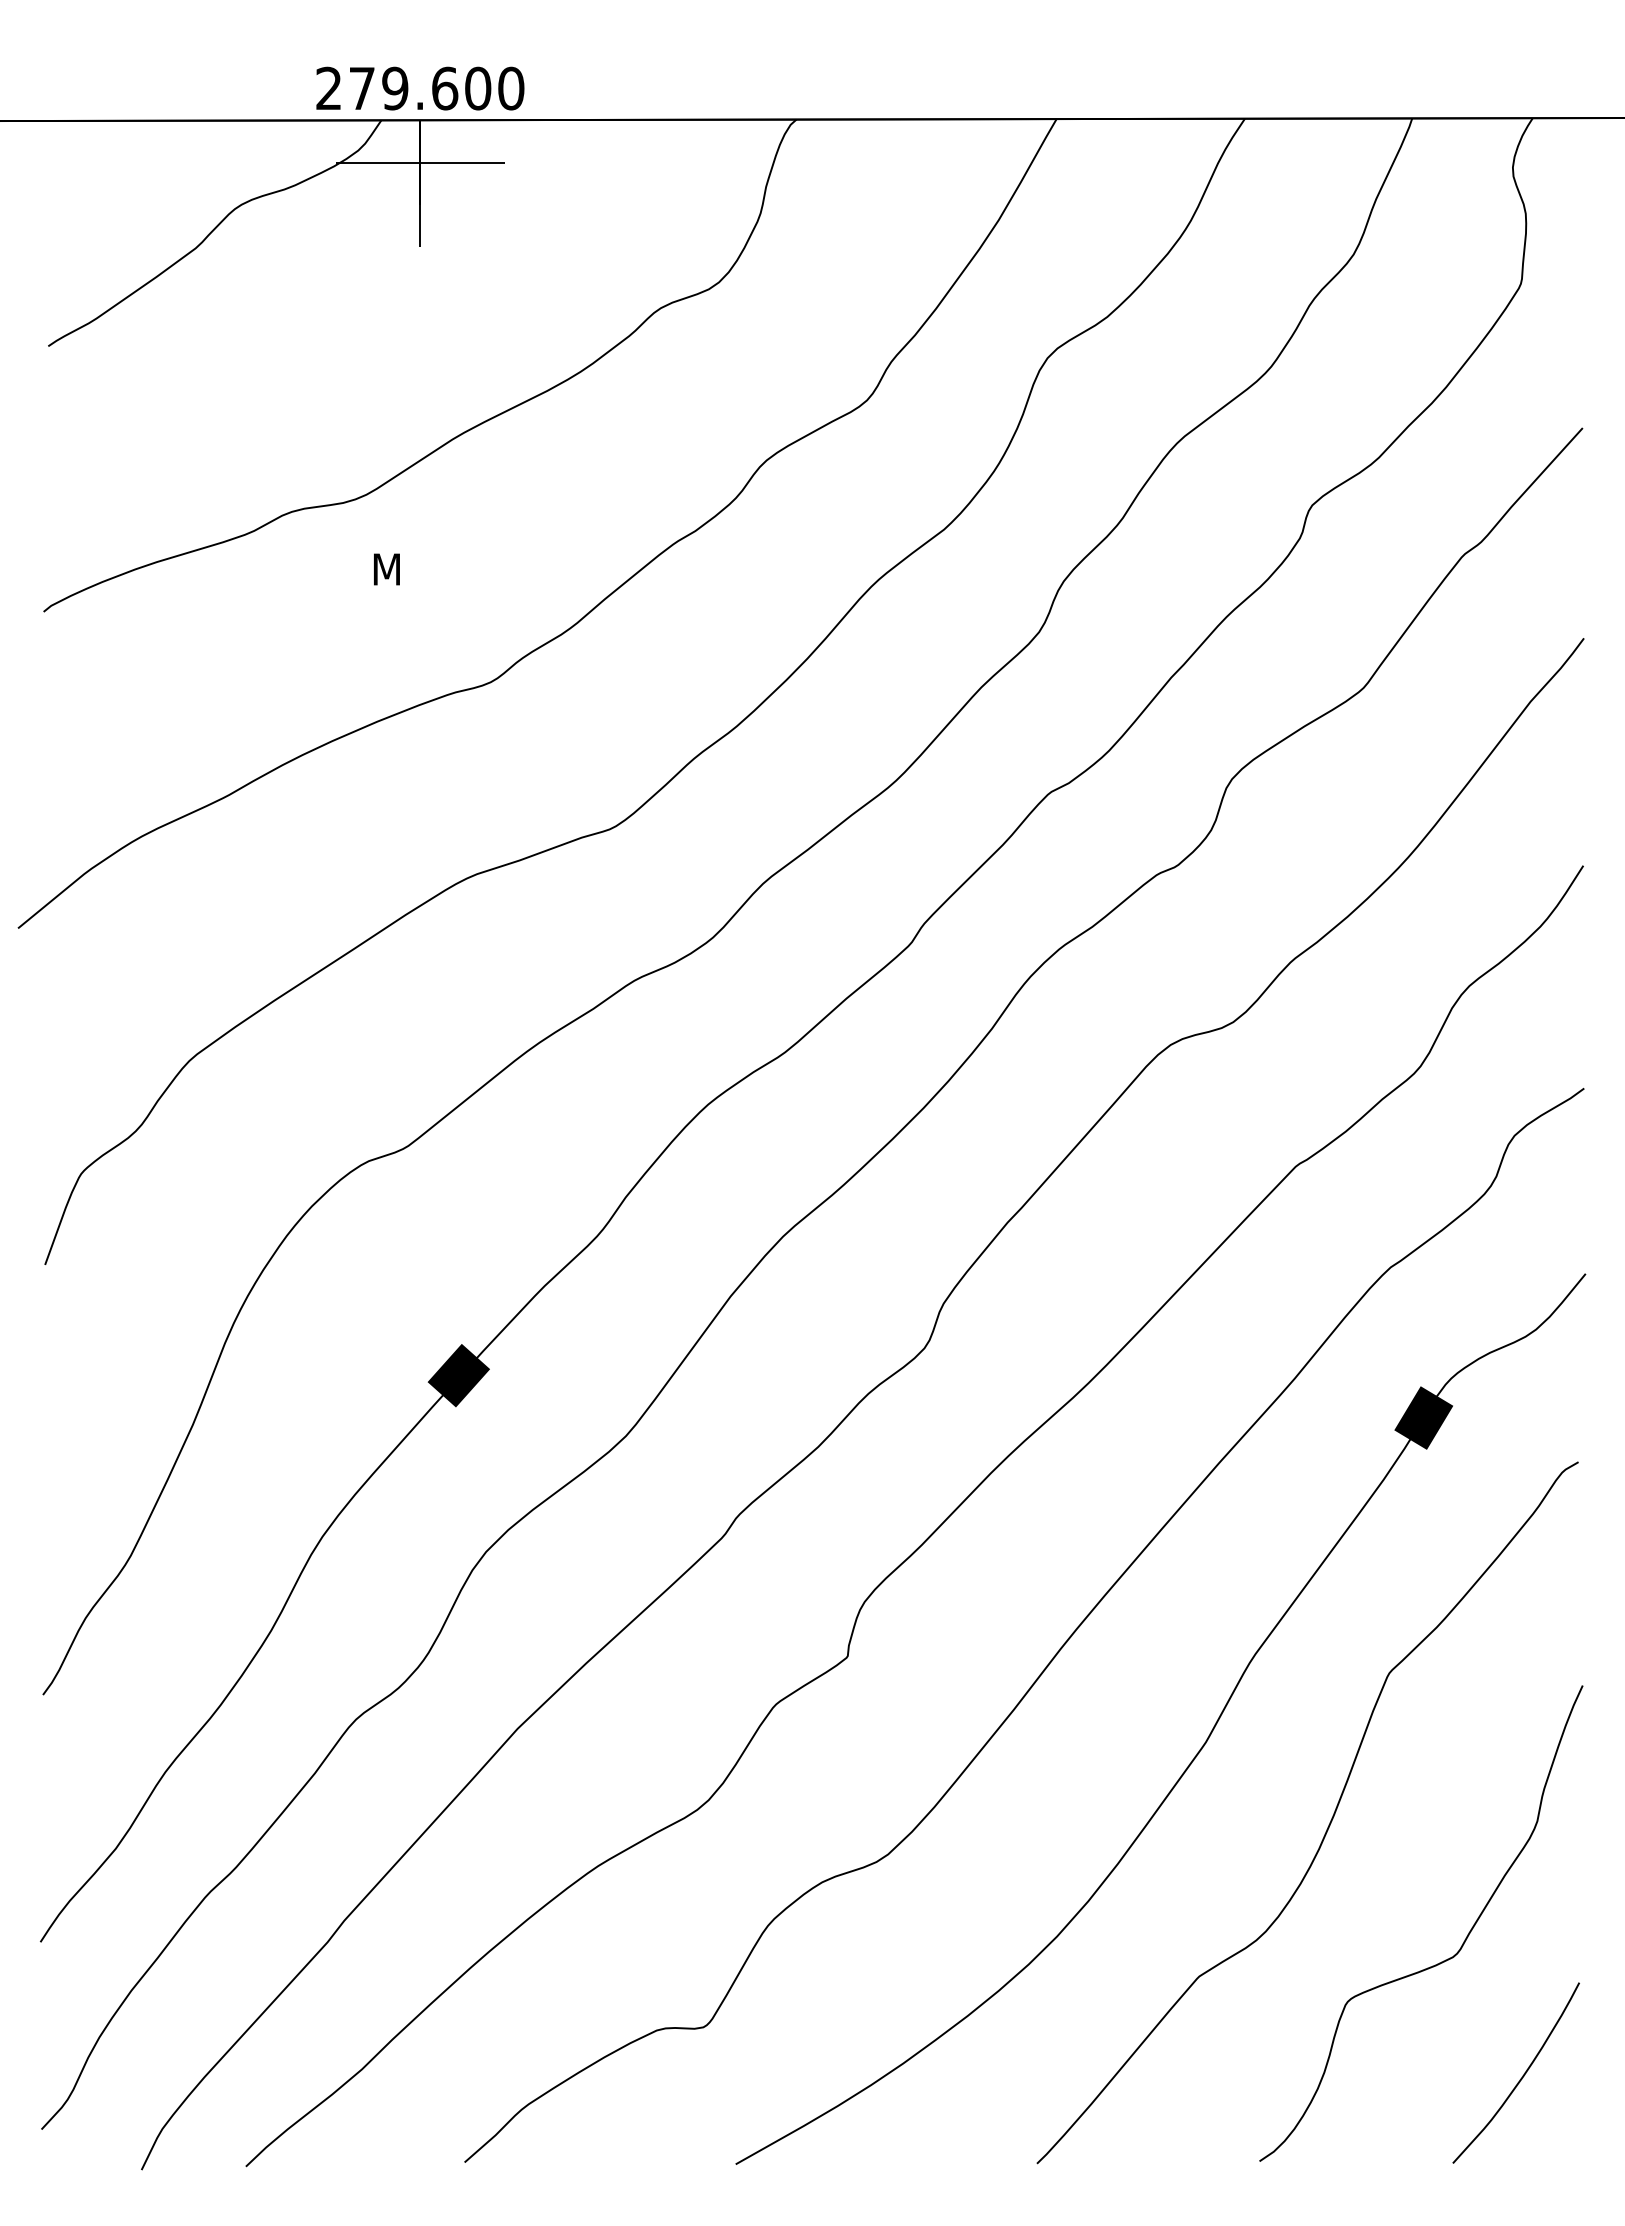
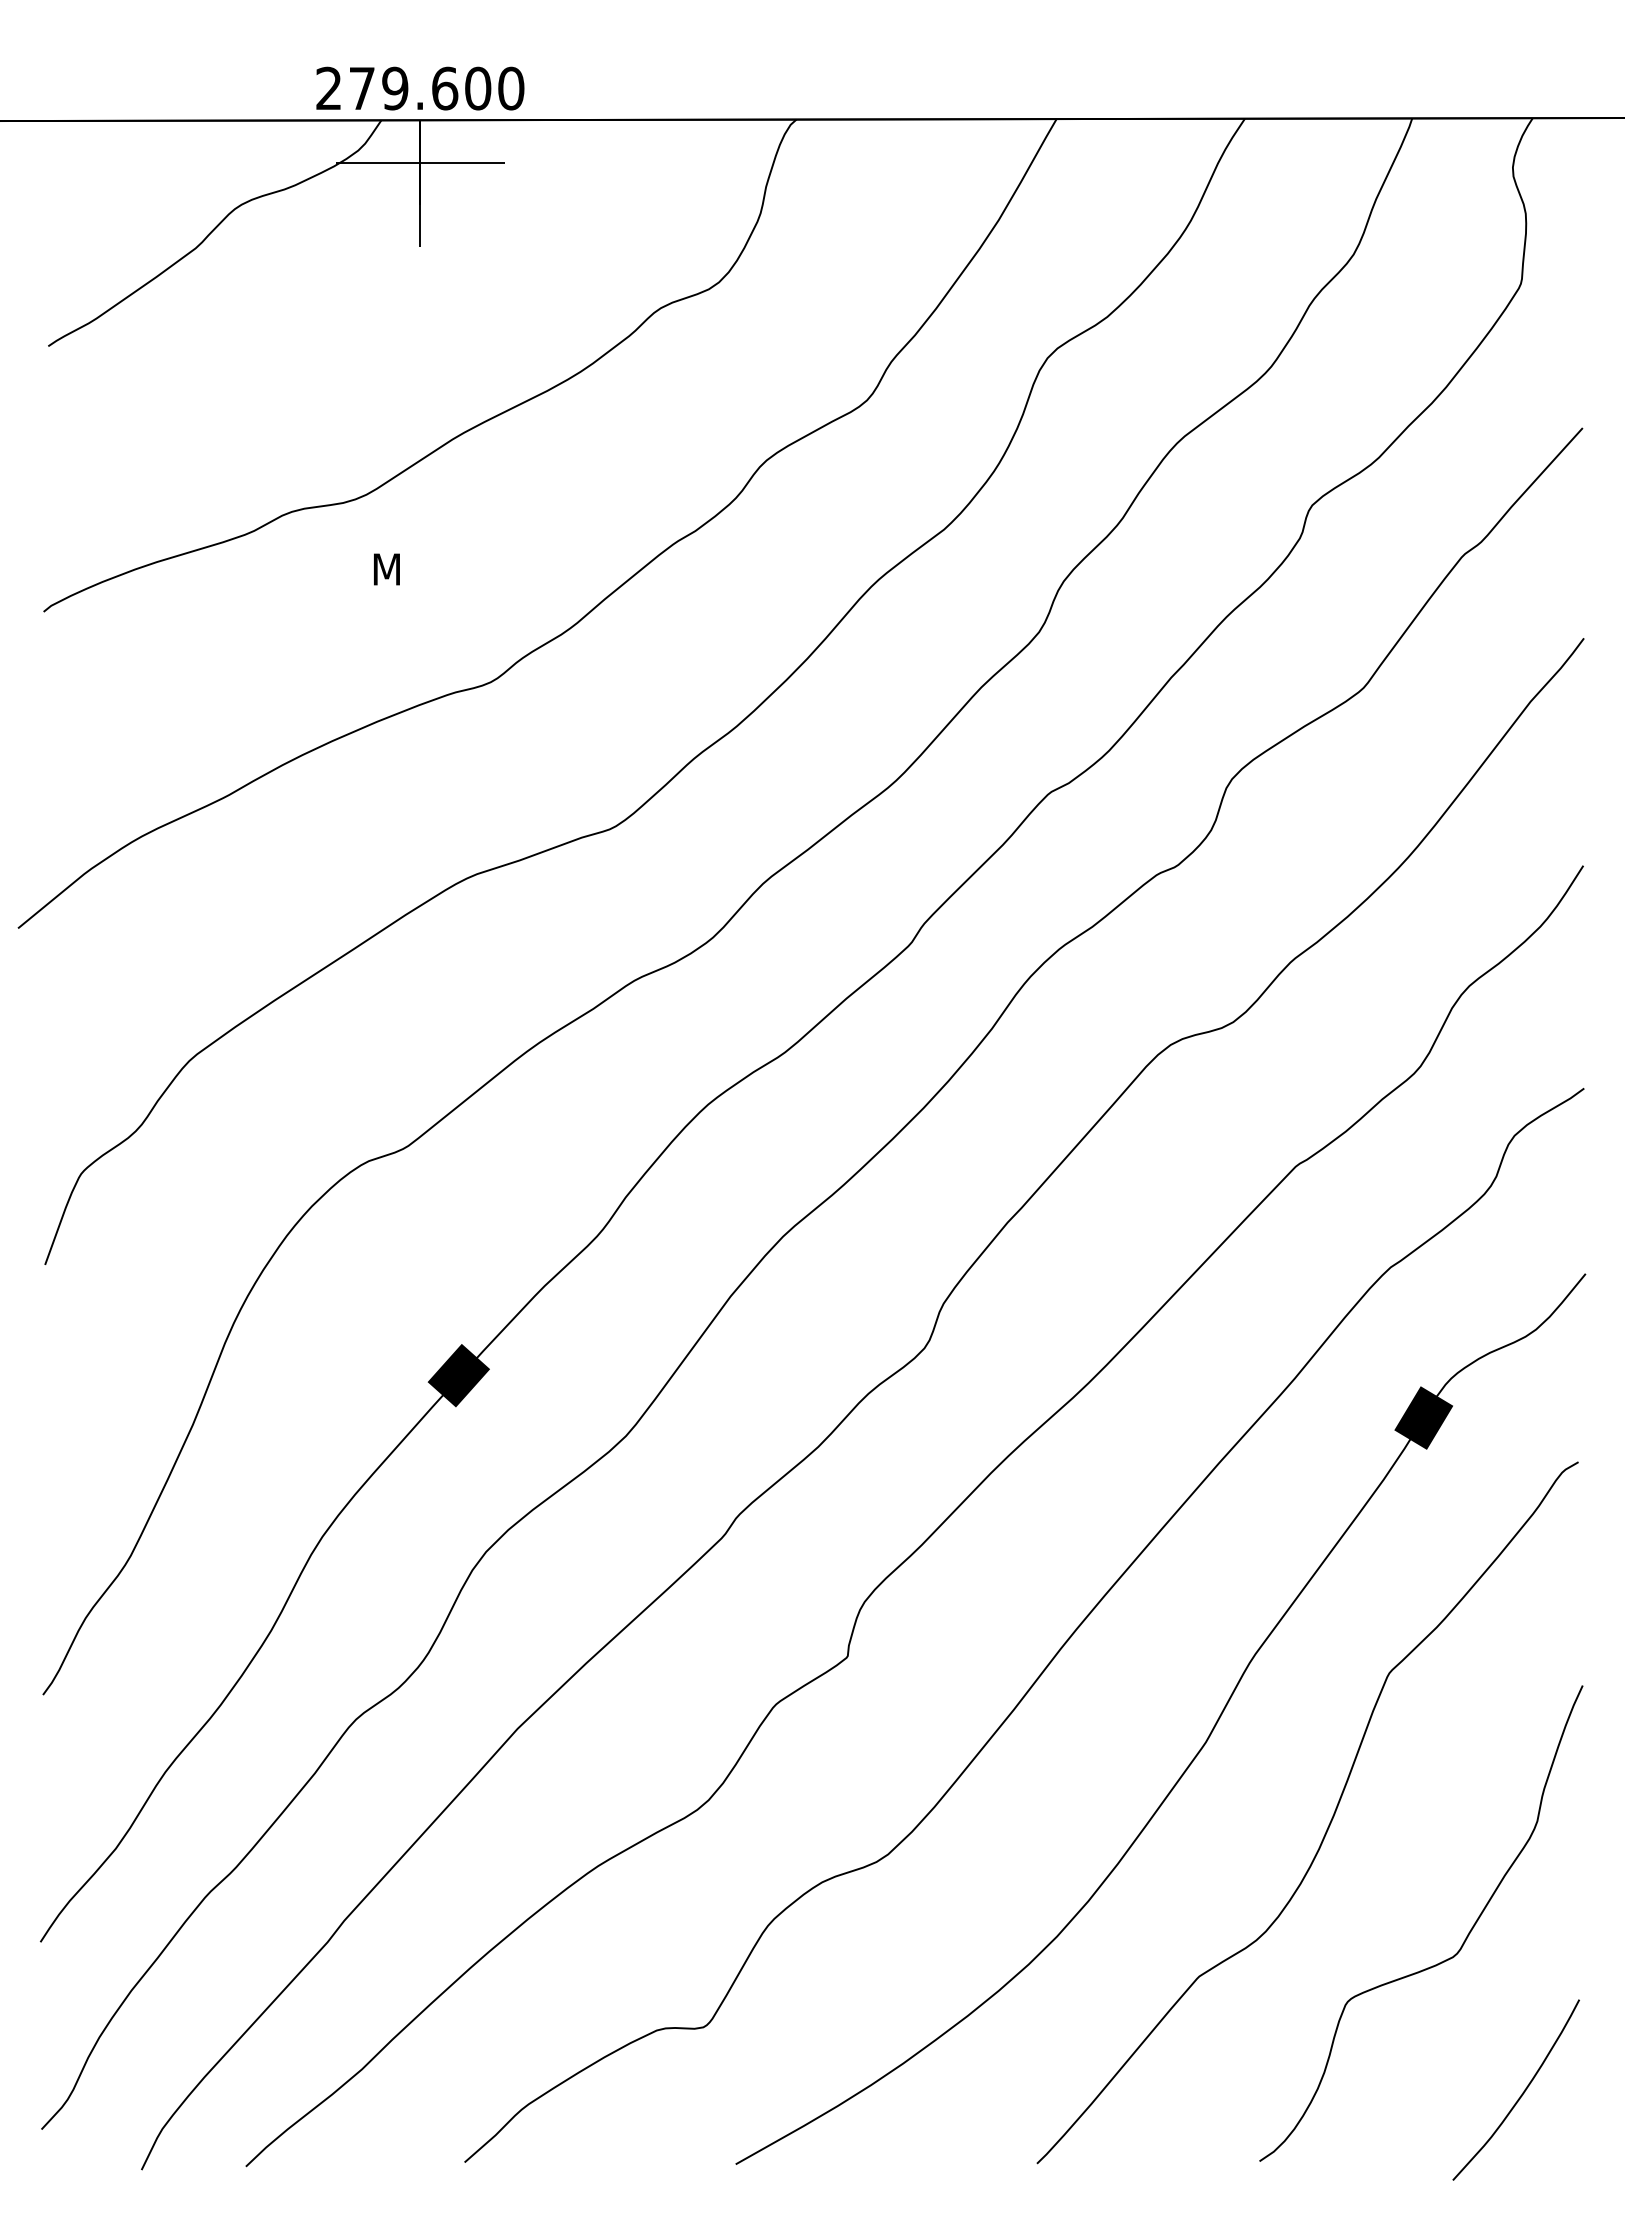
curve at (1522, 2075) position: (1522, 2075) -> (1522, 2092)
